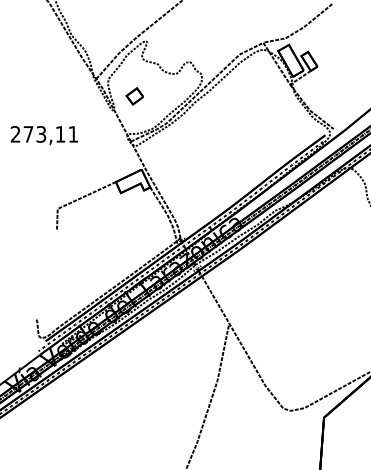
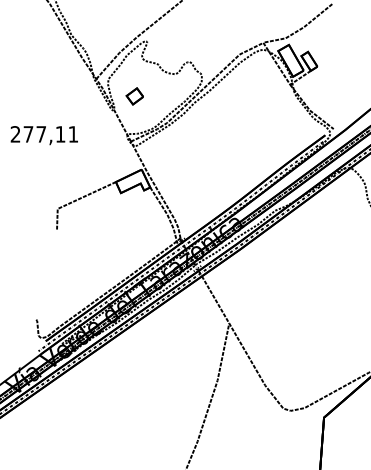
text at (41, 134): 273,11 -> 277,11
